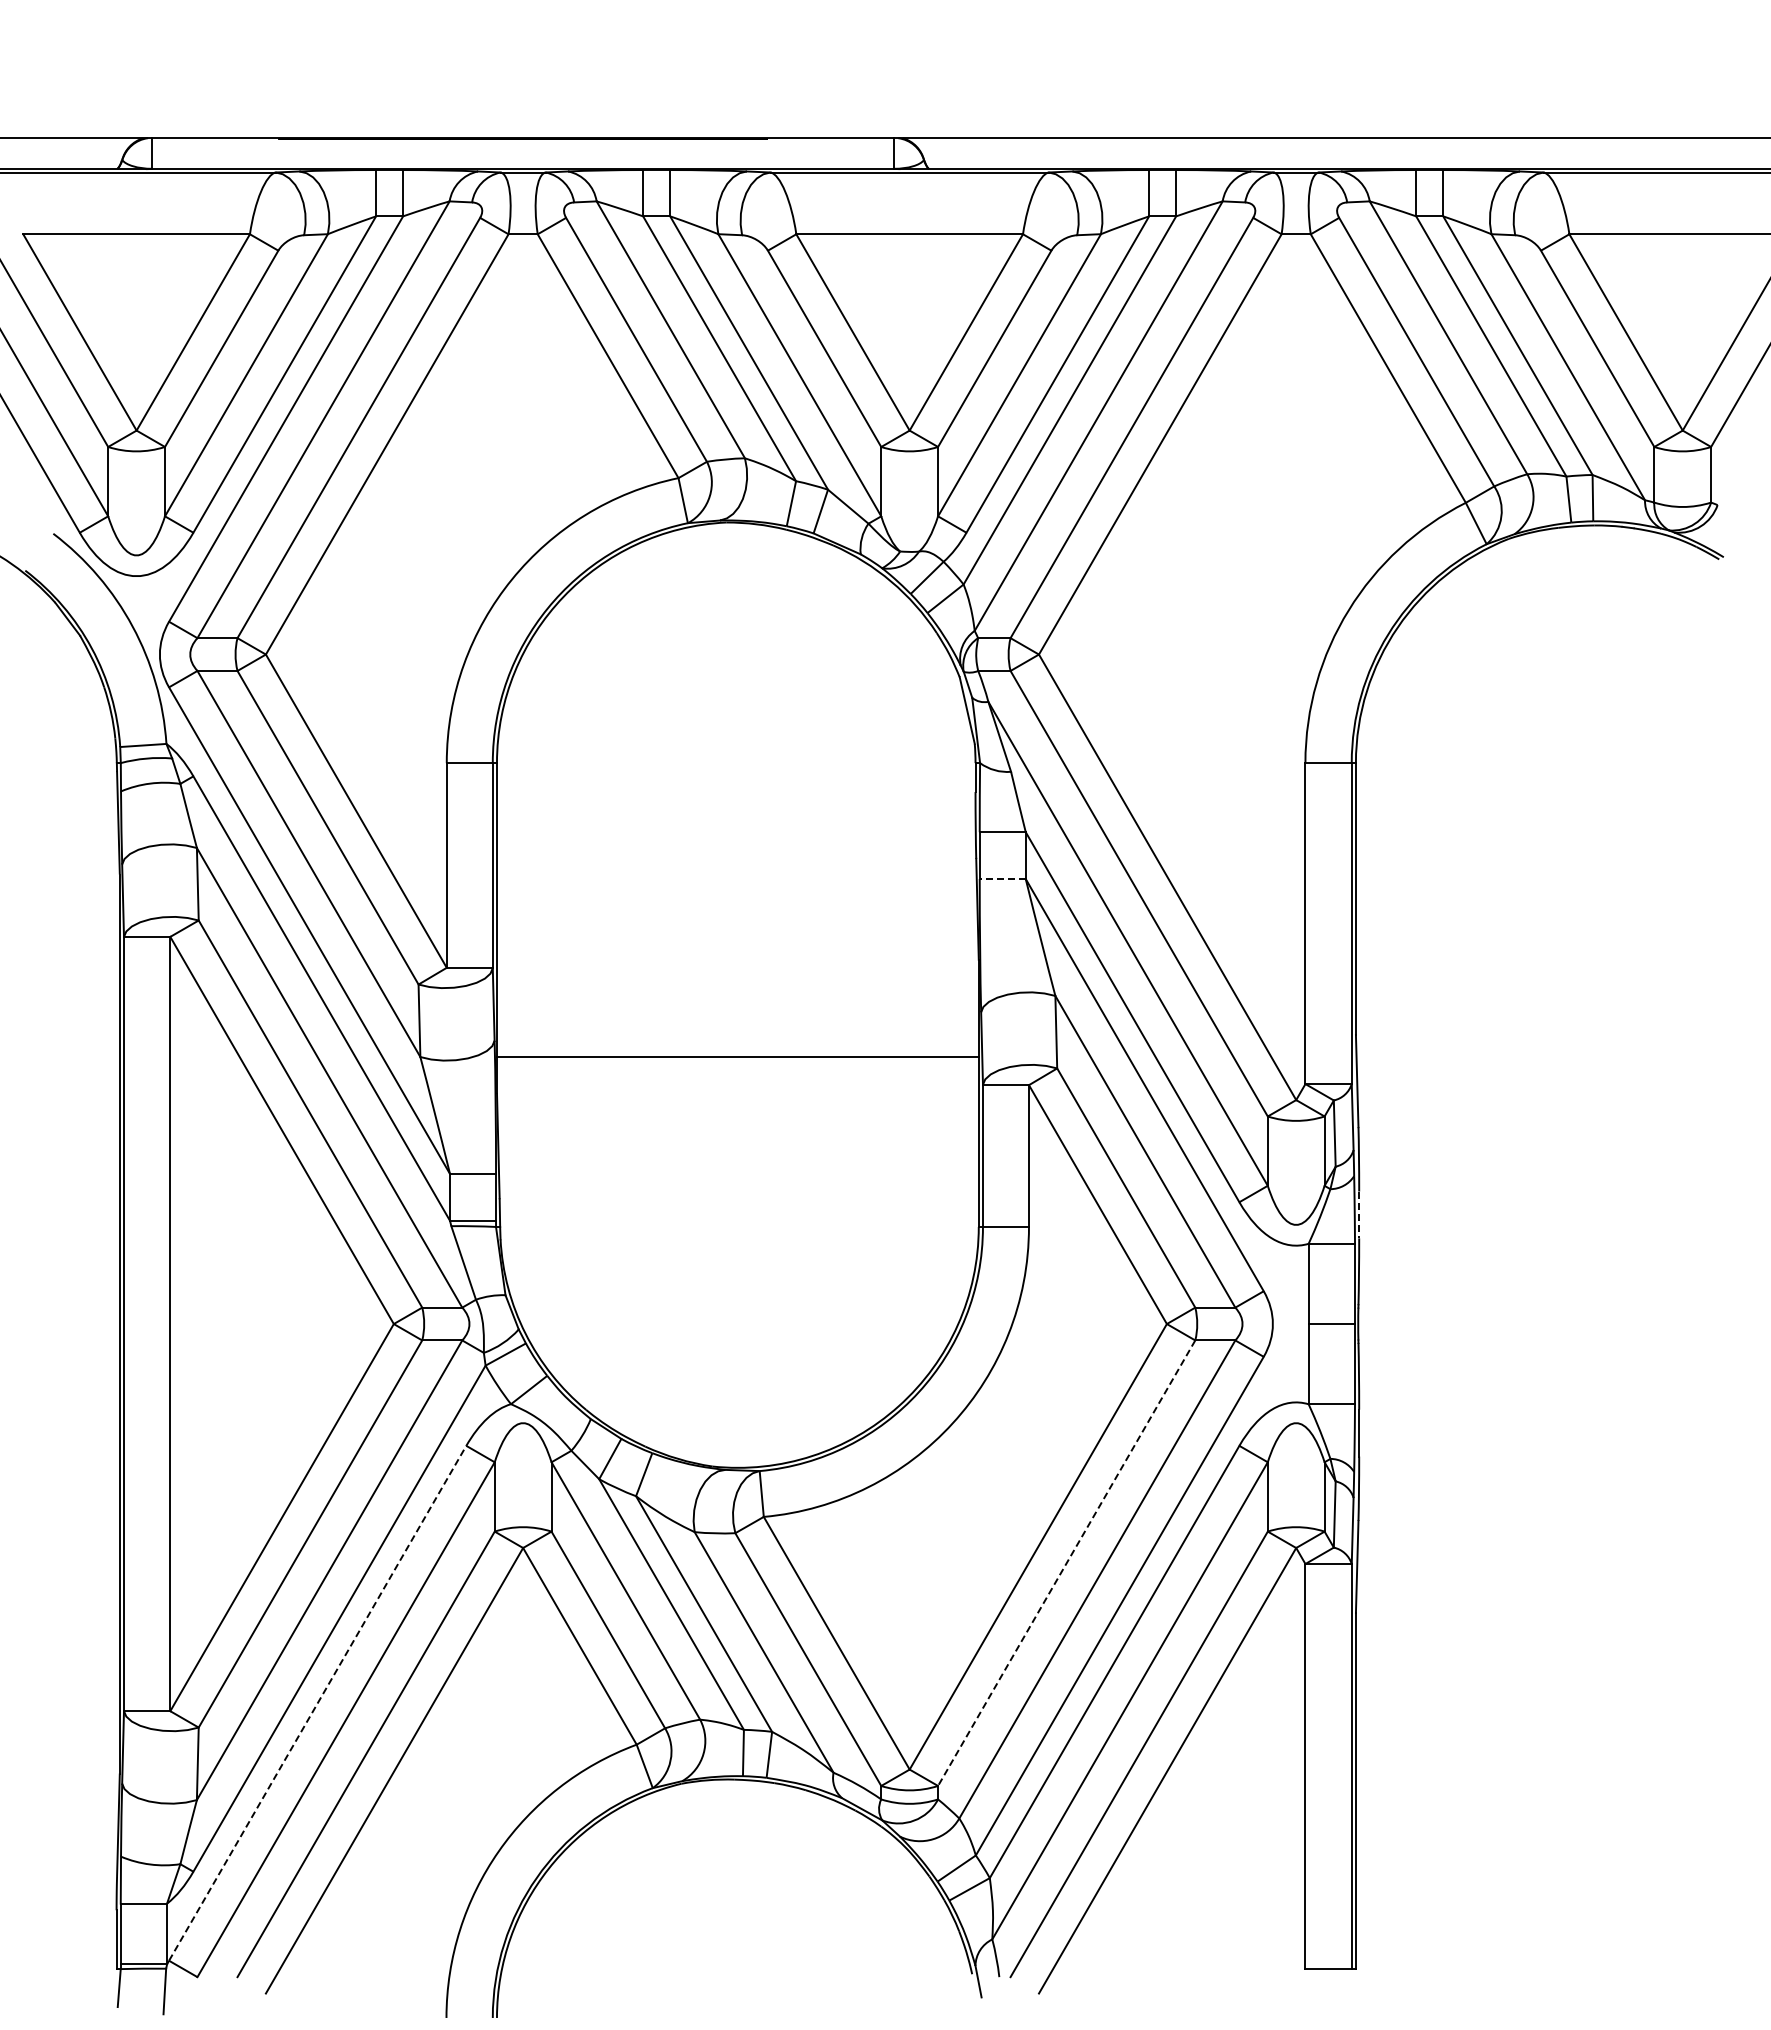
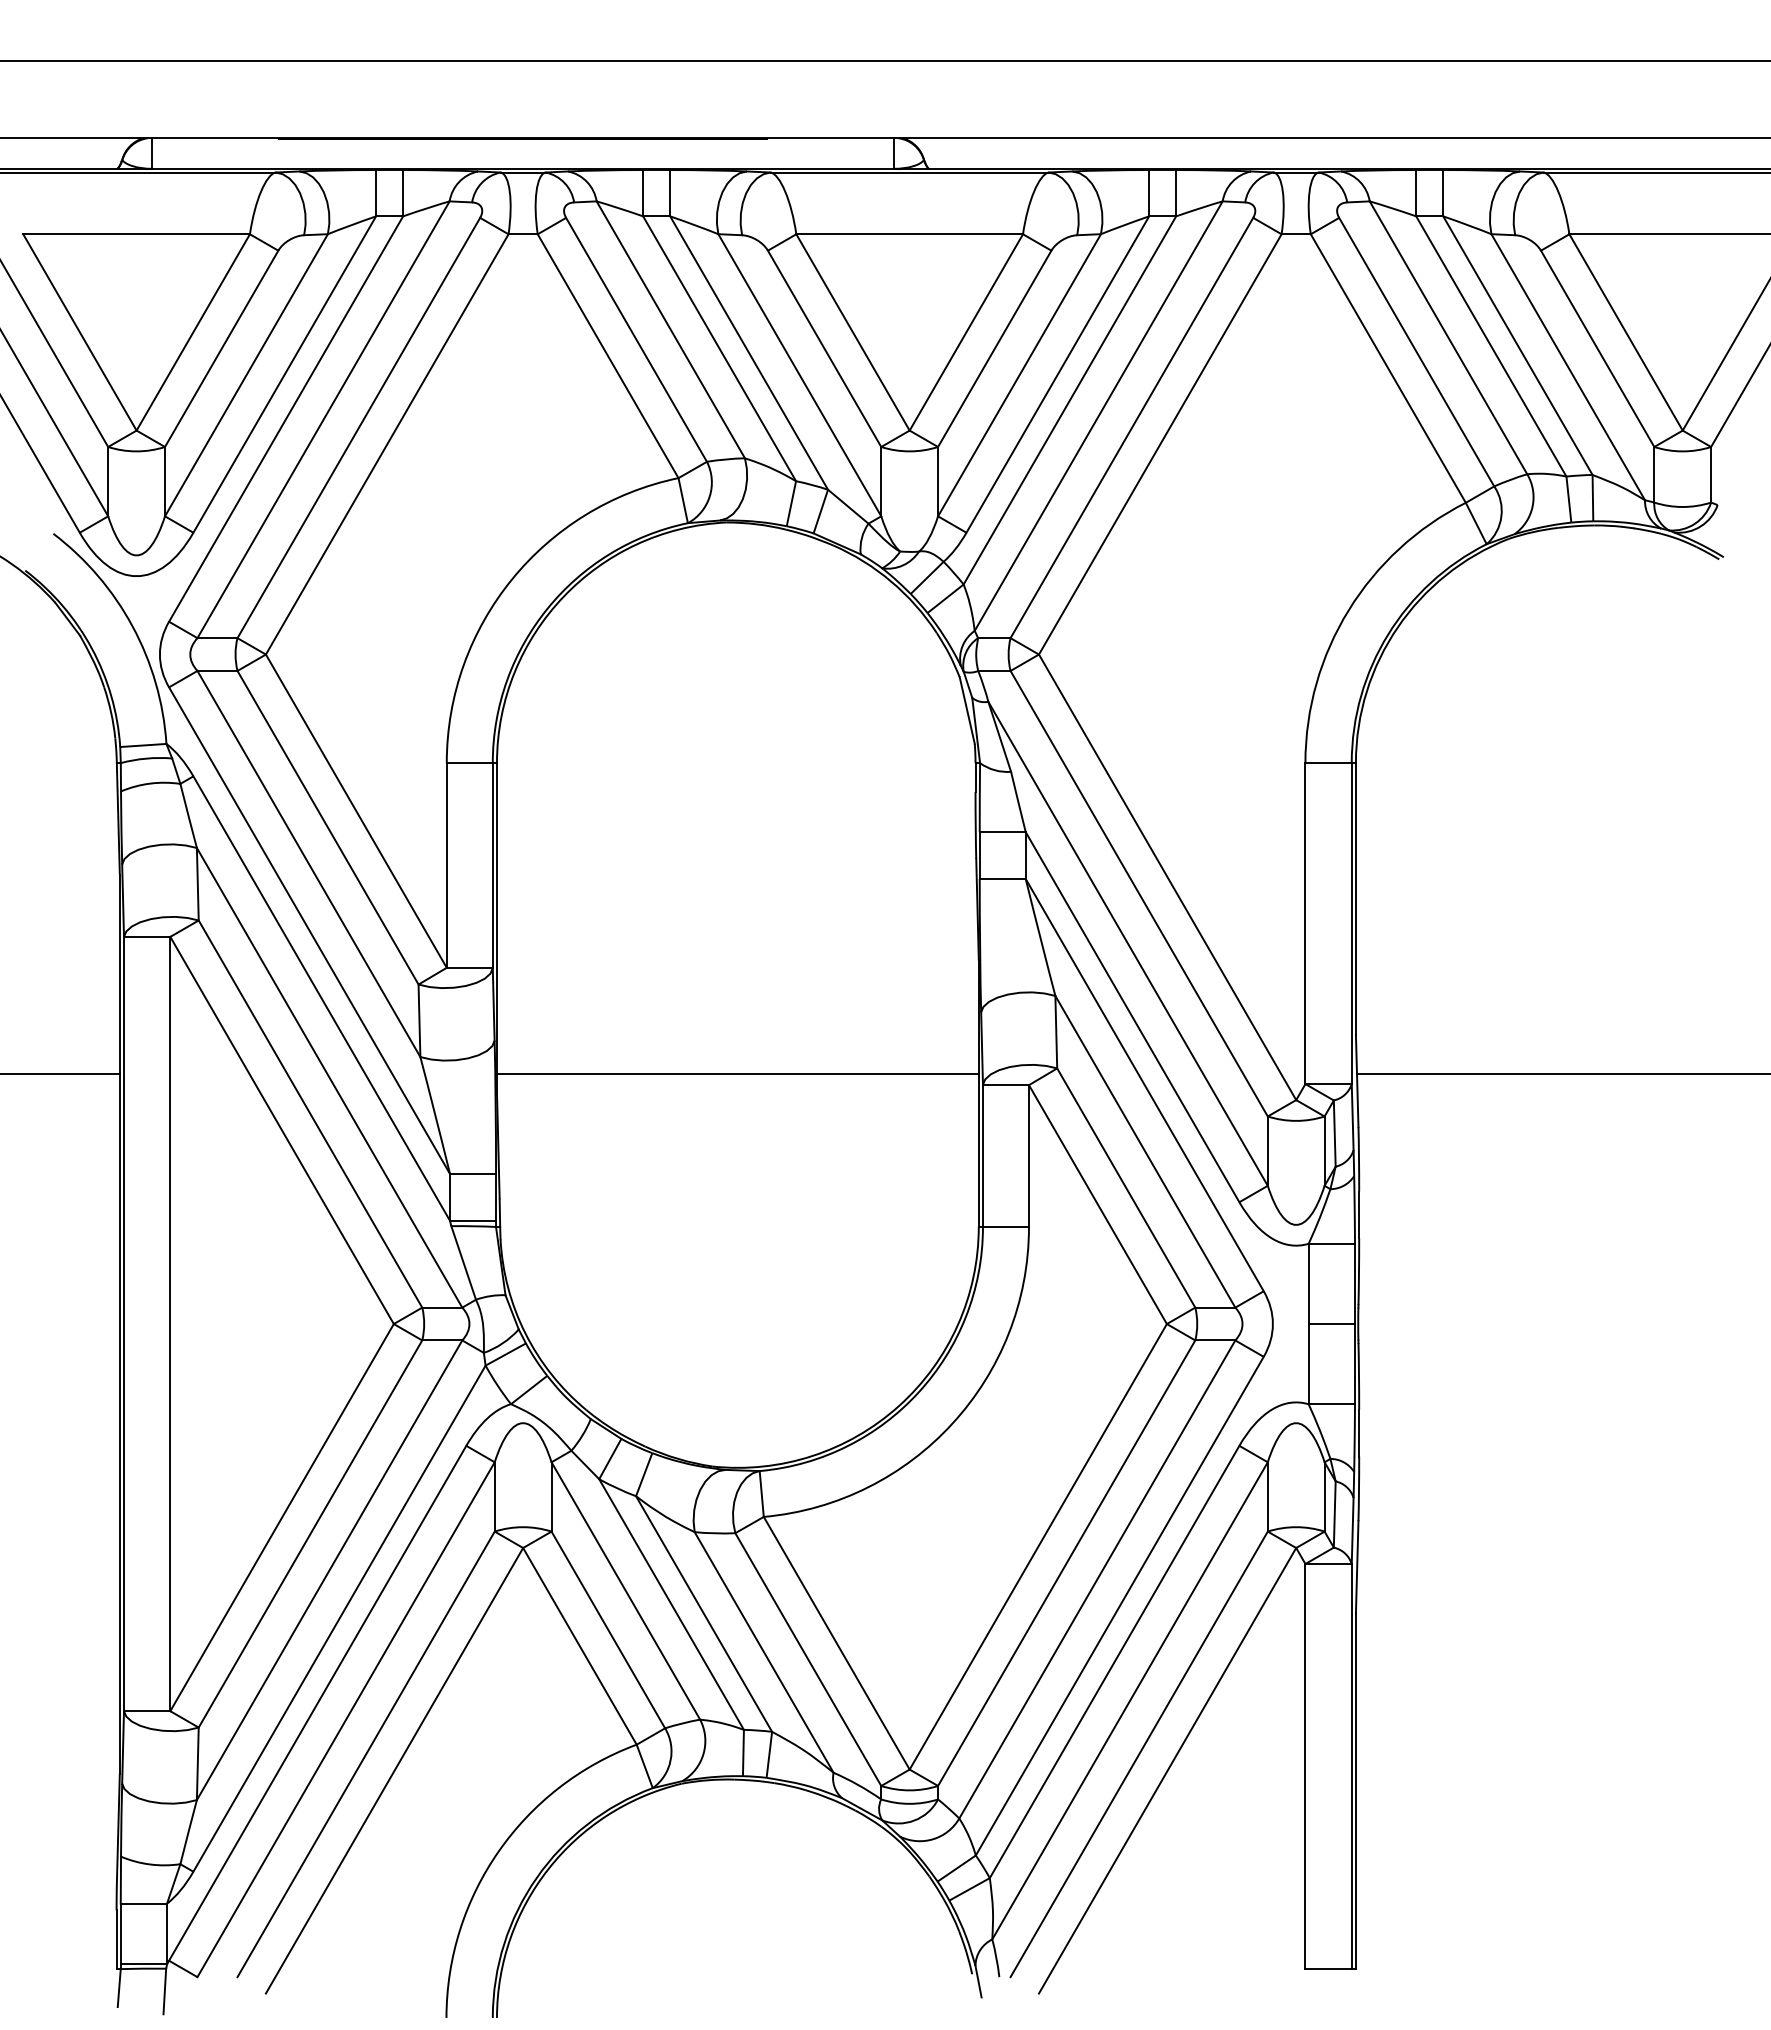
line at (884, 60): none -> present
line at (1002, 879): dashed -> solid
line at (737, 1056) position: (737, 1056) -> (737, 1073)
line at (60, 1073): none -> present
line at (1562, 1073): none -> present
line at (1359, 1215): dashed -> solid
line at (1066, 1563): dashed -> solid
line at (317, 1702): dashed -> solid
